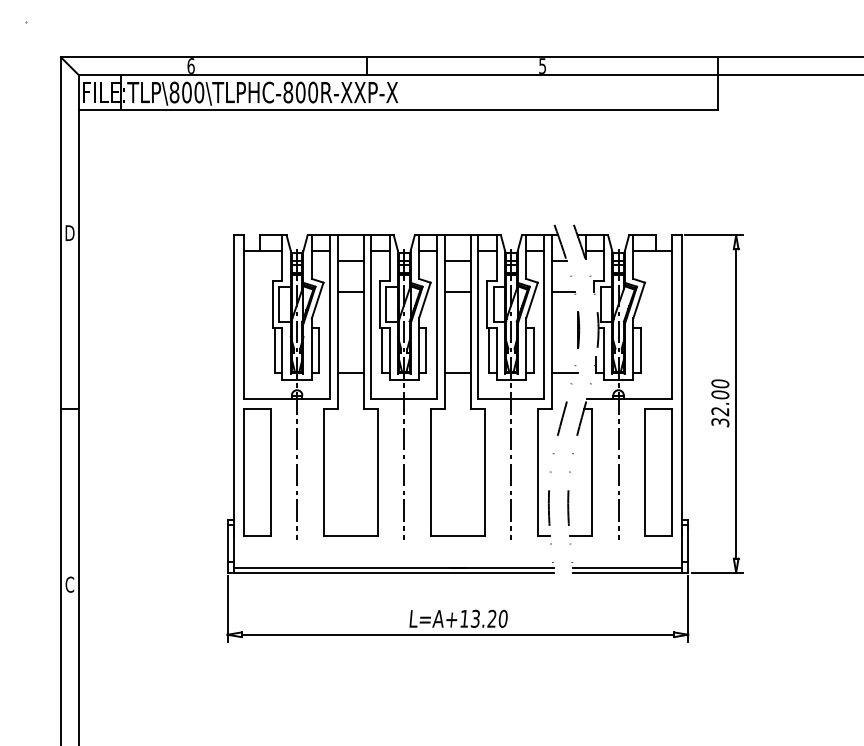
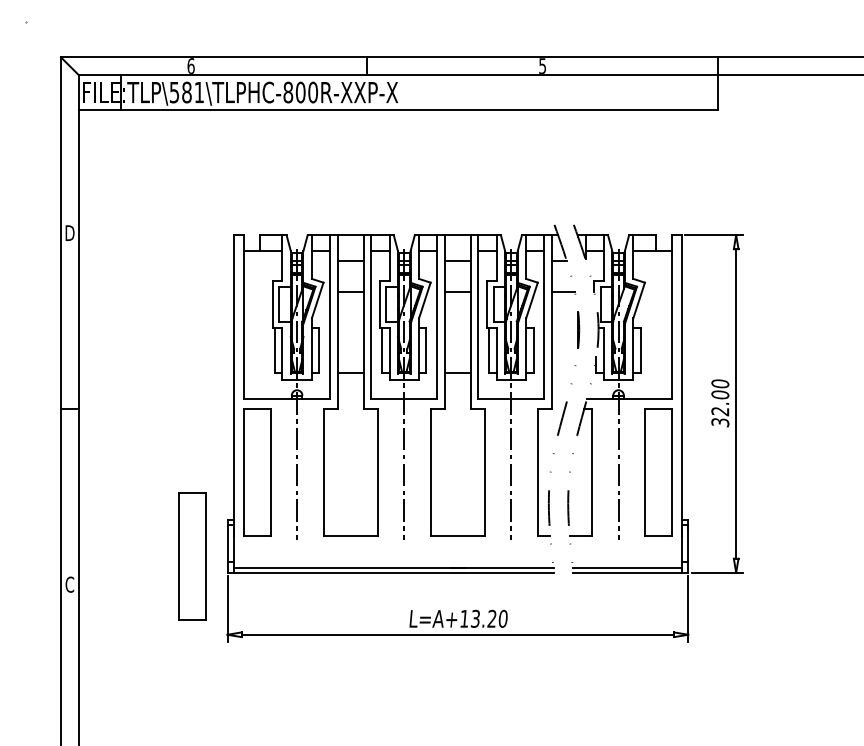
text at (186, 92): TLP\800\TLPHC-800R-XXP-X -> TLP\581\TLPHC-800R-XXP-X
line at (564, 373): present -> none
part at (192, 556): none -> present
